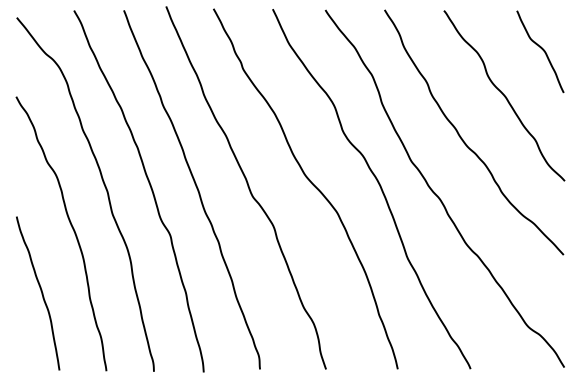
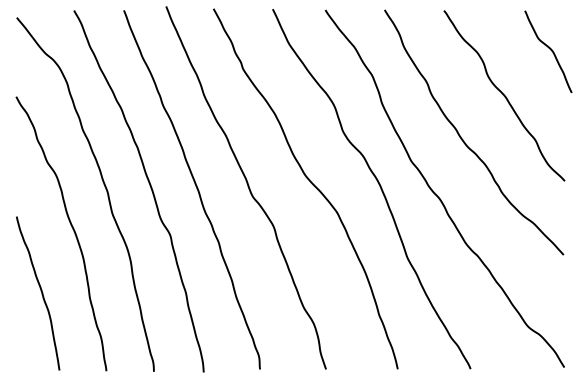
curve at (541, 49) position: (541, 49) -> (549, 49)
